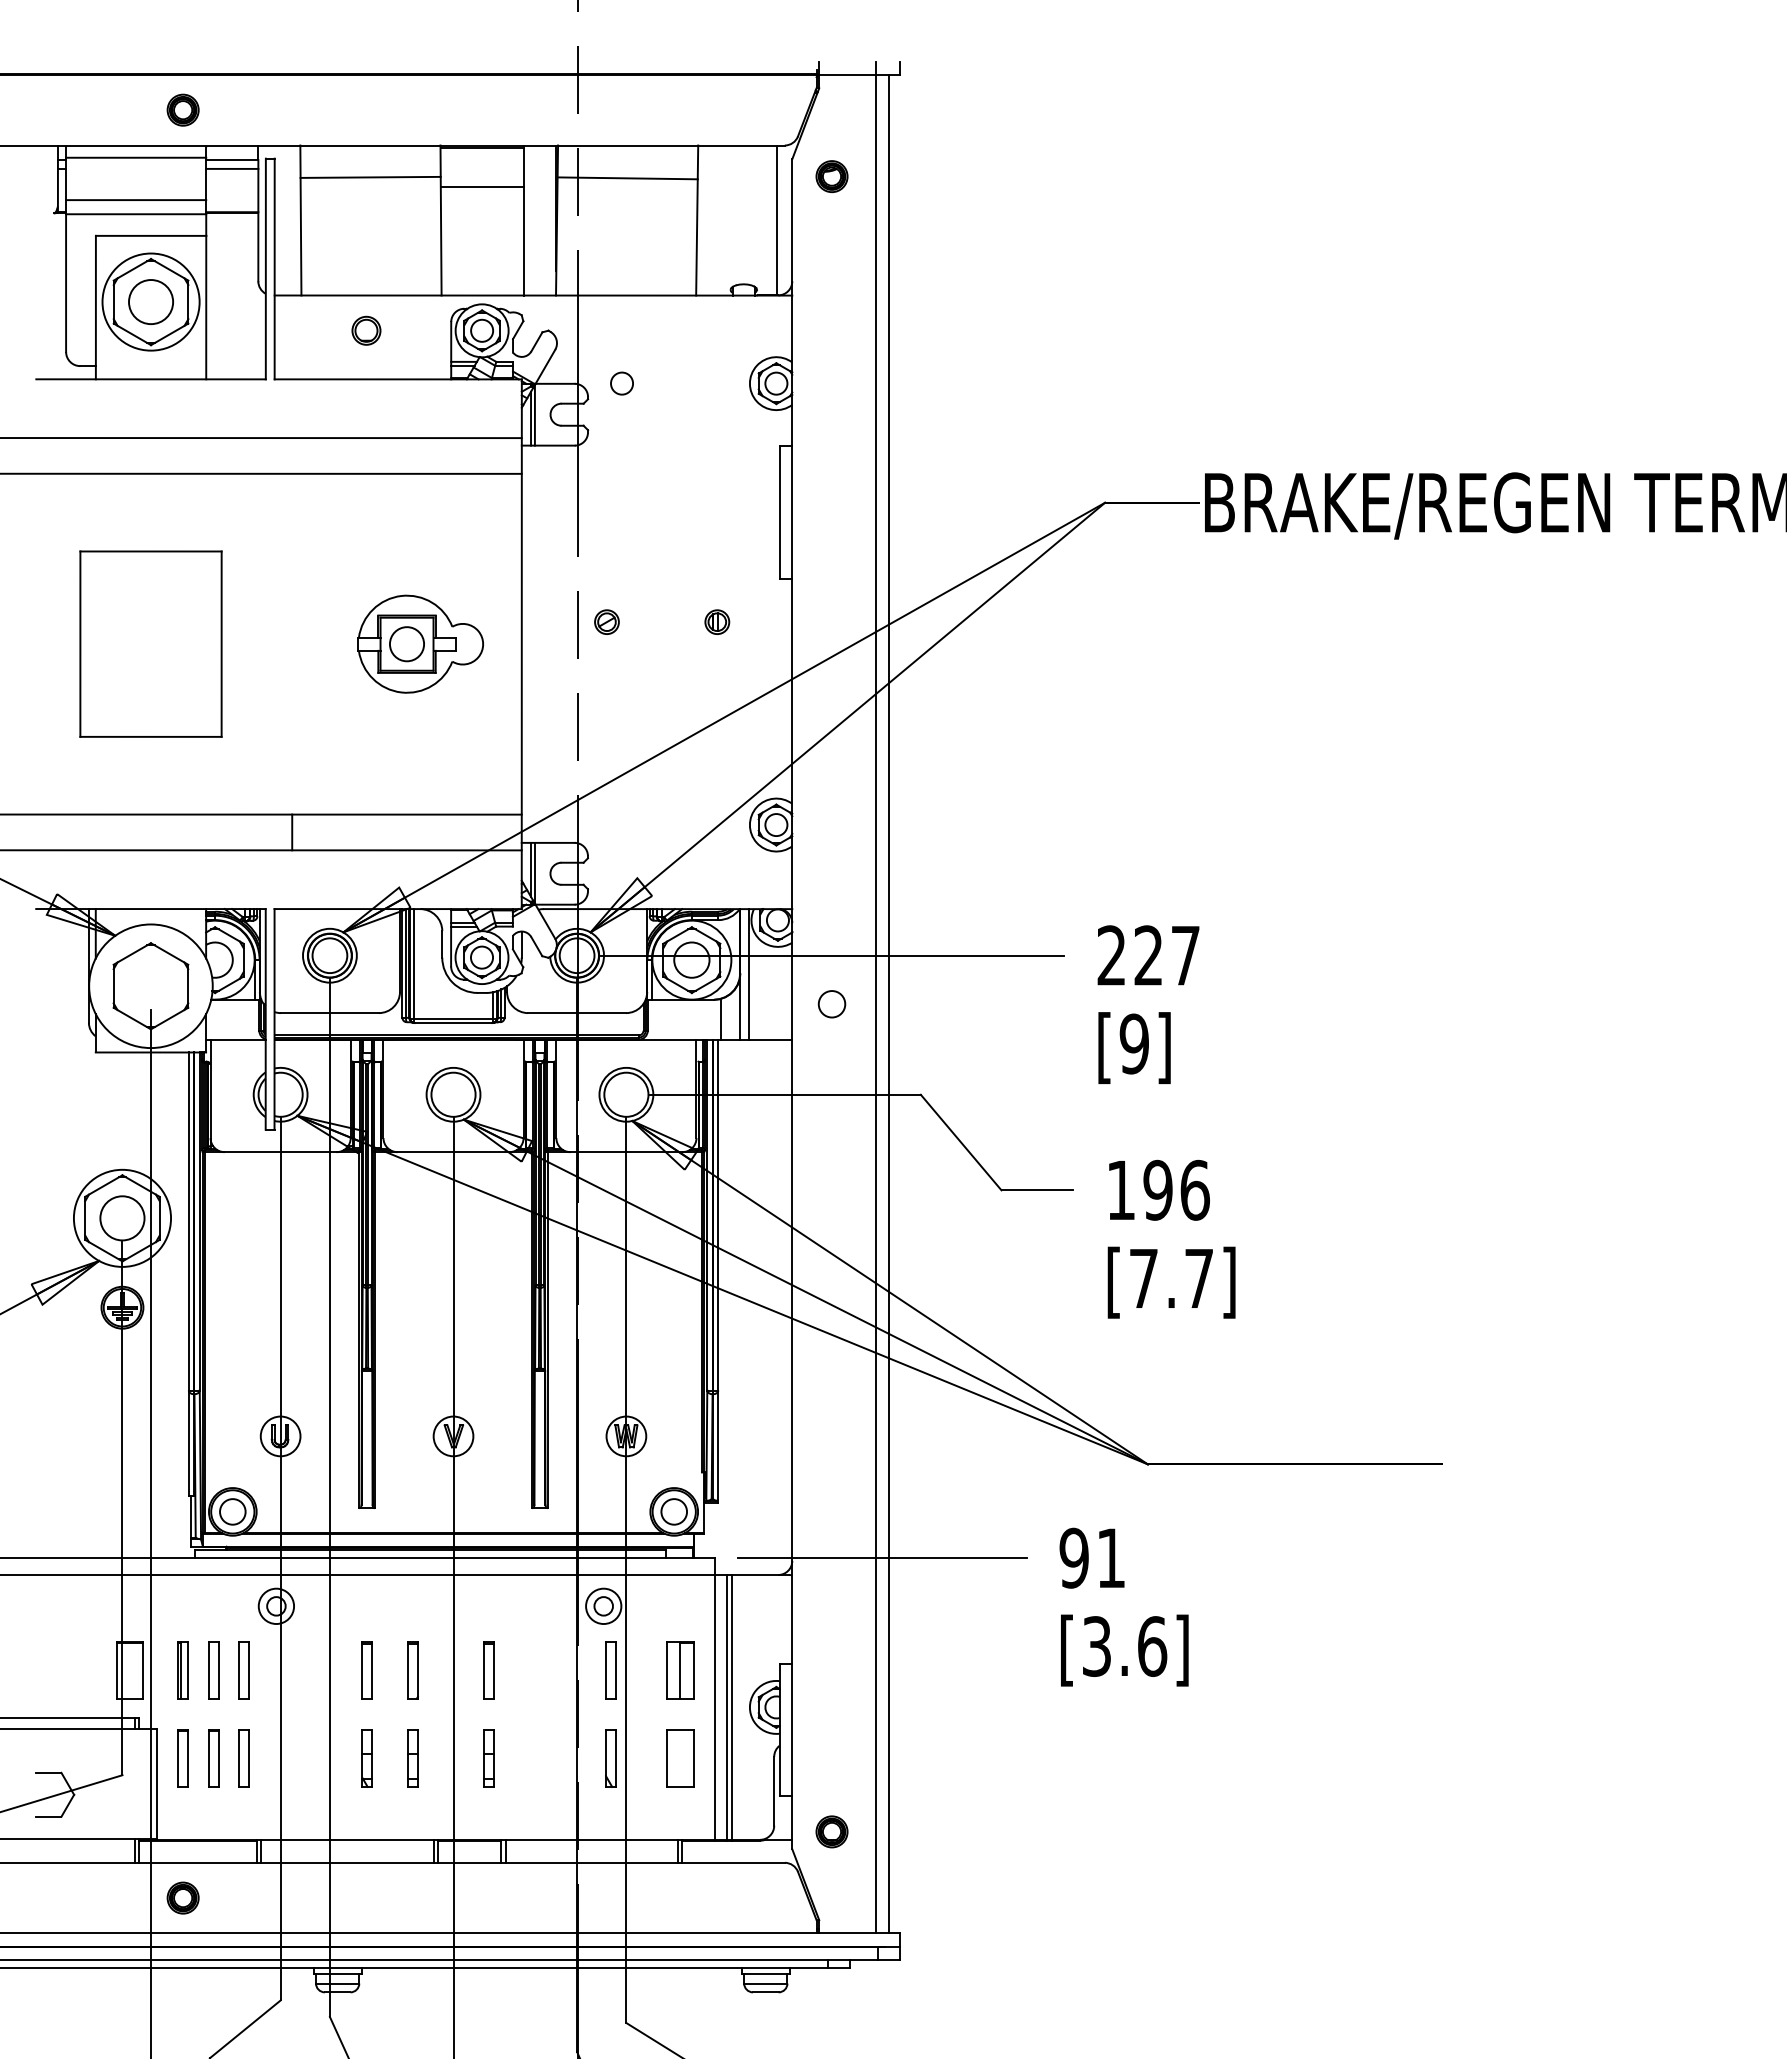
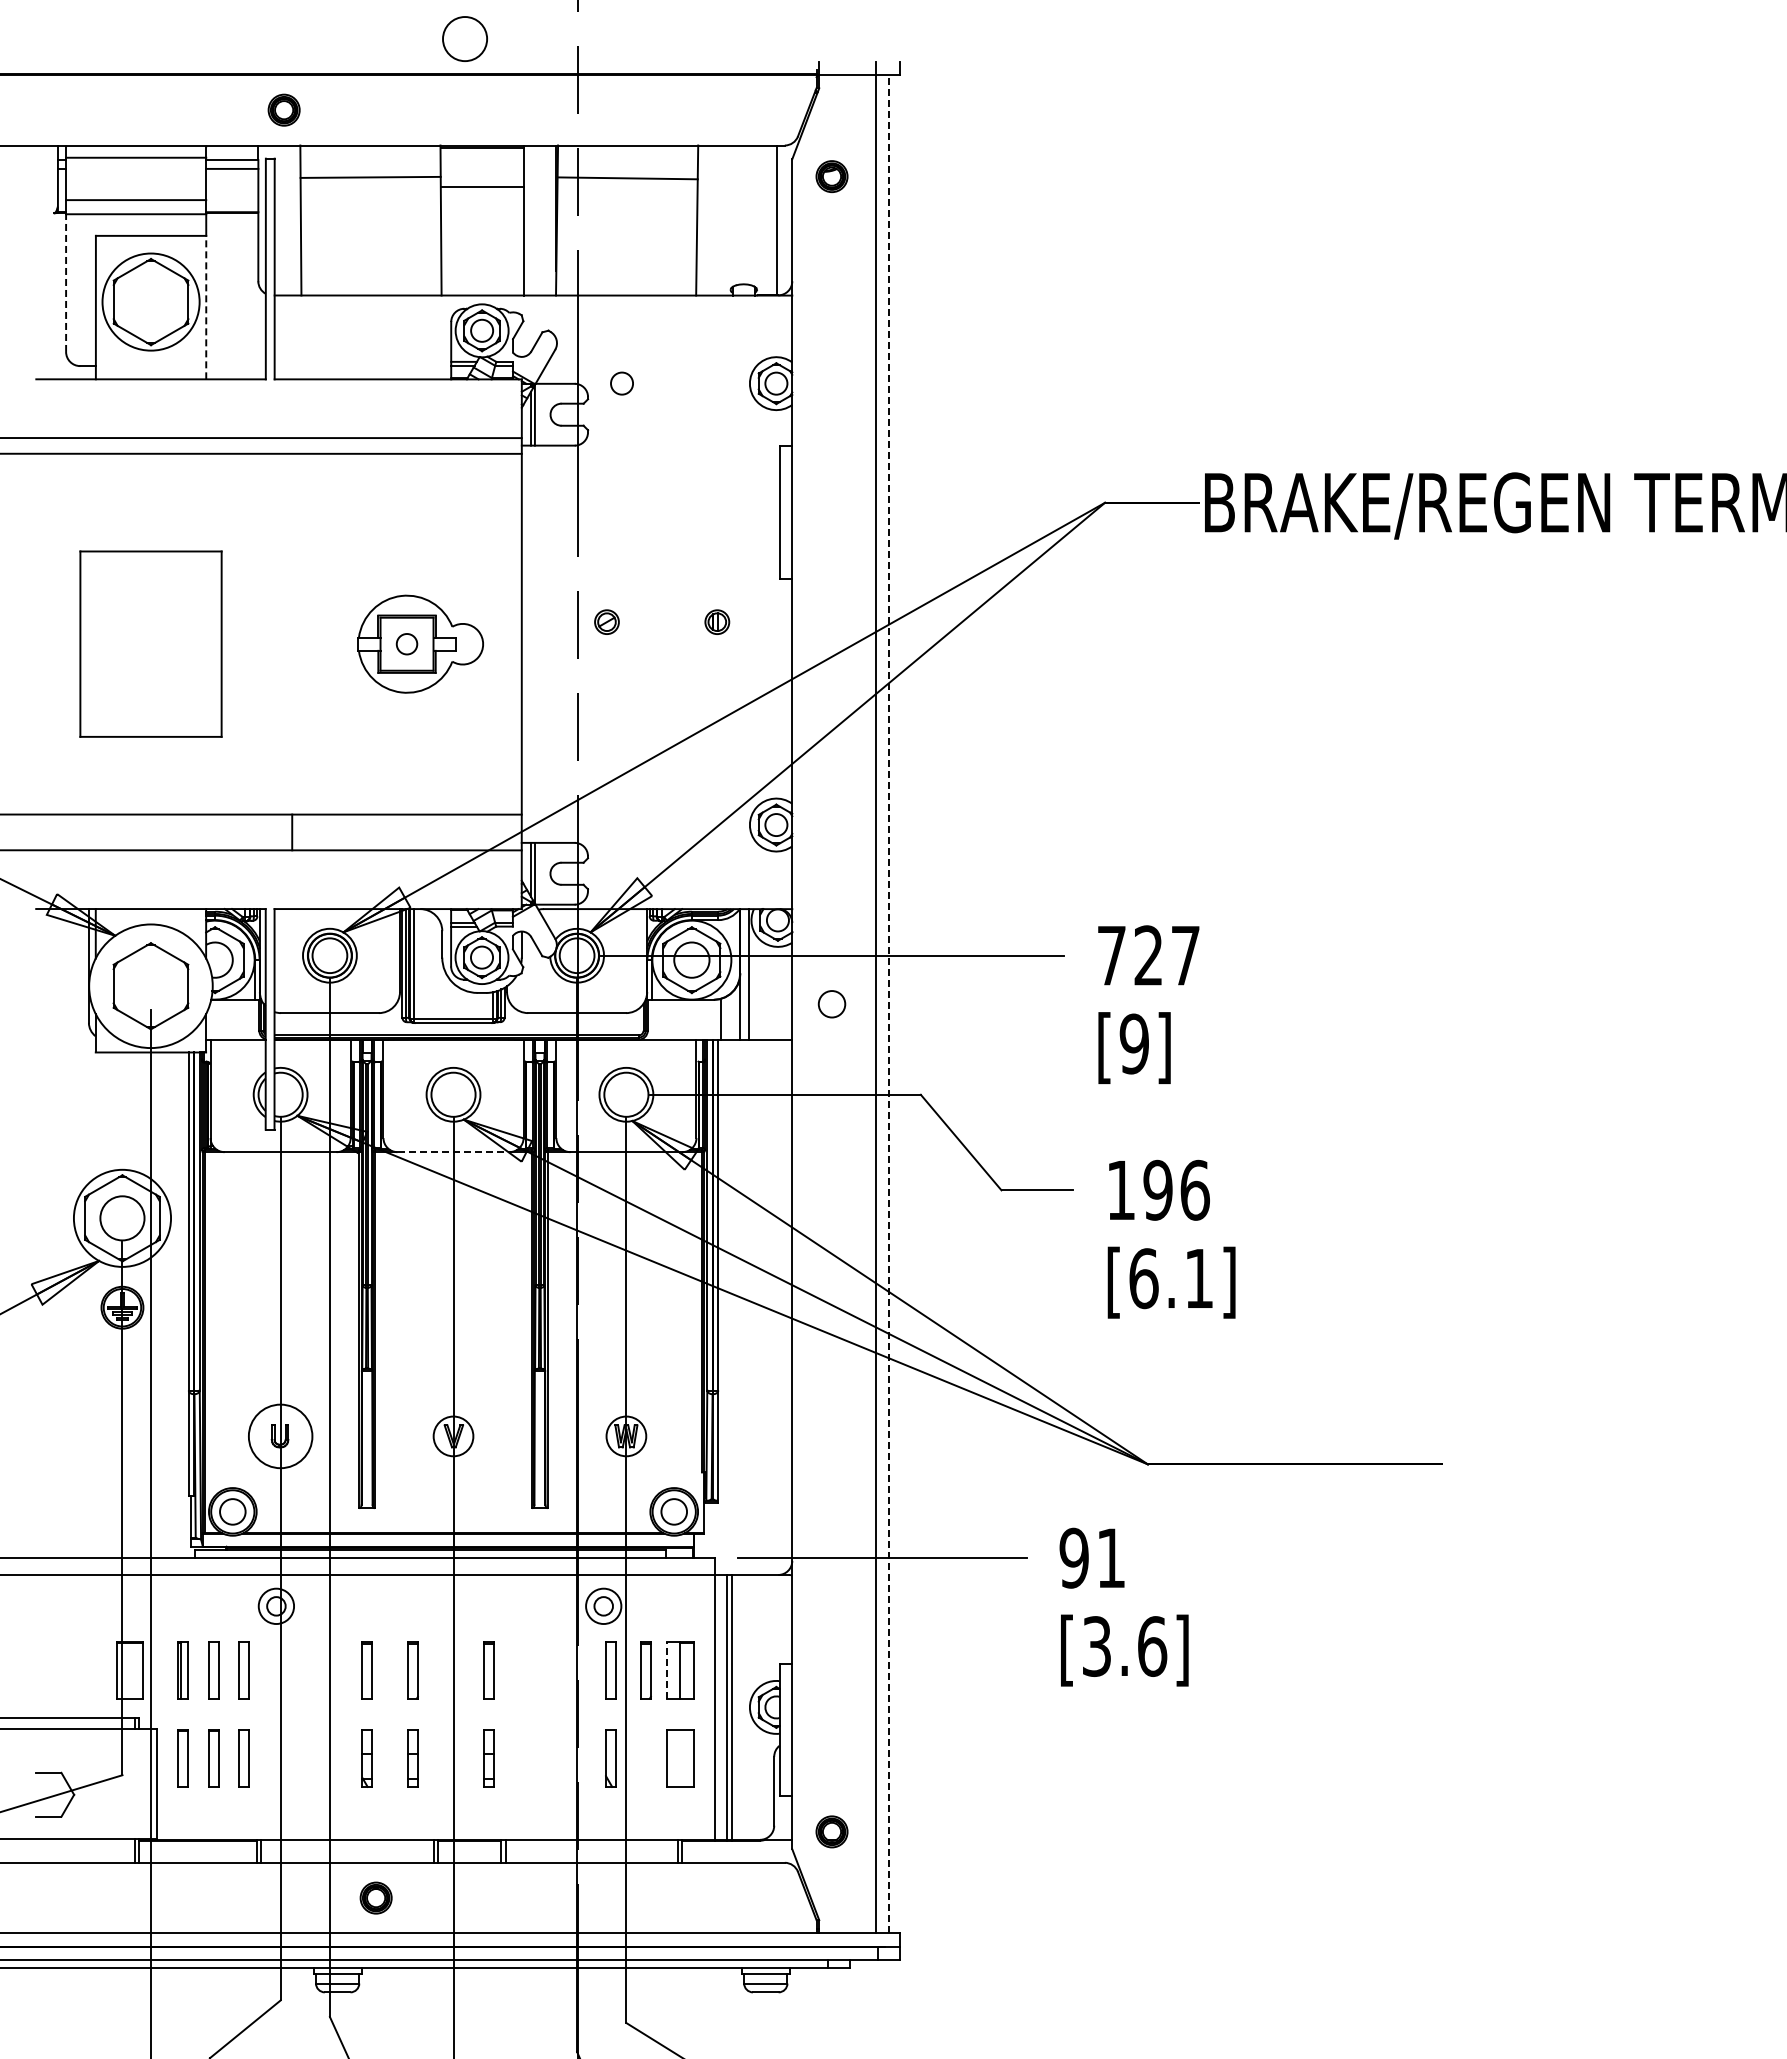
part at (182, 109) position: (182, 109) -> (283, 109)
line at (66, 283): solid -> dashed
circle at (150, 301) position: (150, 301) -> (464, 38)
line at (206, 307): solid -> dashed
part at (366, 330): present -> none
line at (261, 473) position: (261, 473) -> (261, 453)
circle at (406, 644) diameter: 34 px -> 20 px
text at (1111, 955): 227 -> 727
line at (888, 1004): solid -> dashed
line at (453, 1152): solid -> dashed
text at (1170, 1278): [7.7] -> [6.1]
circle at (280, 1436) diameter: 40 px -> 64 px
line at (667, 1669): solid -> dashed
part at (645, 1670): none -> present
part at (182, 1897) position: (182, 1897) -> (375, 1897)
